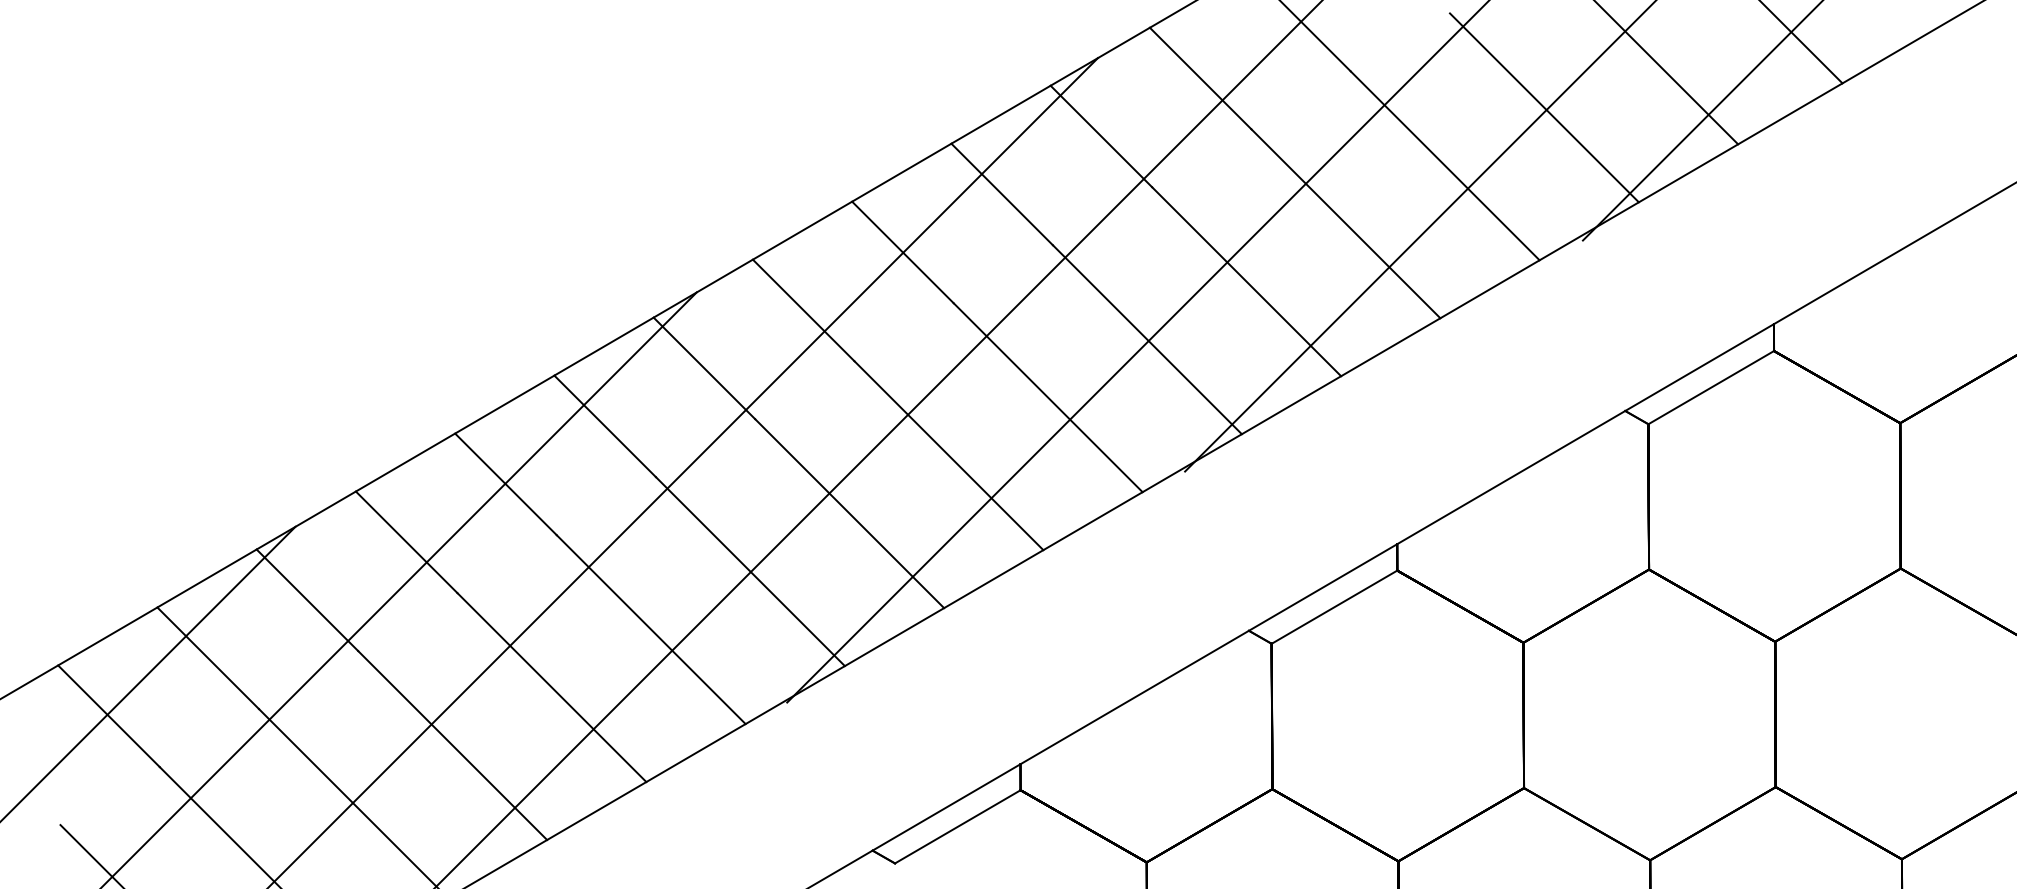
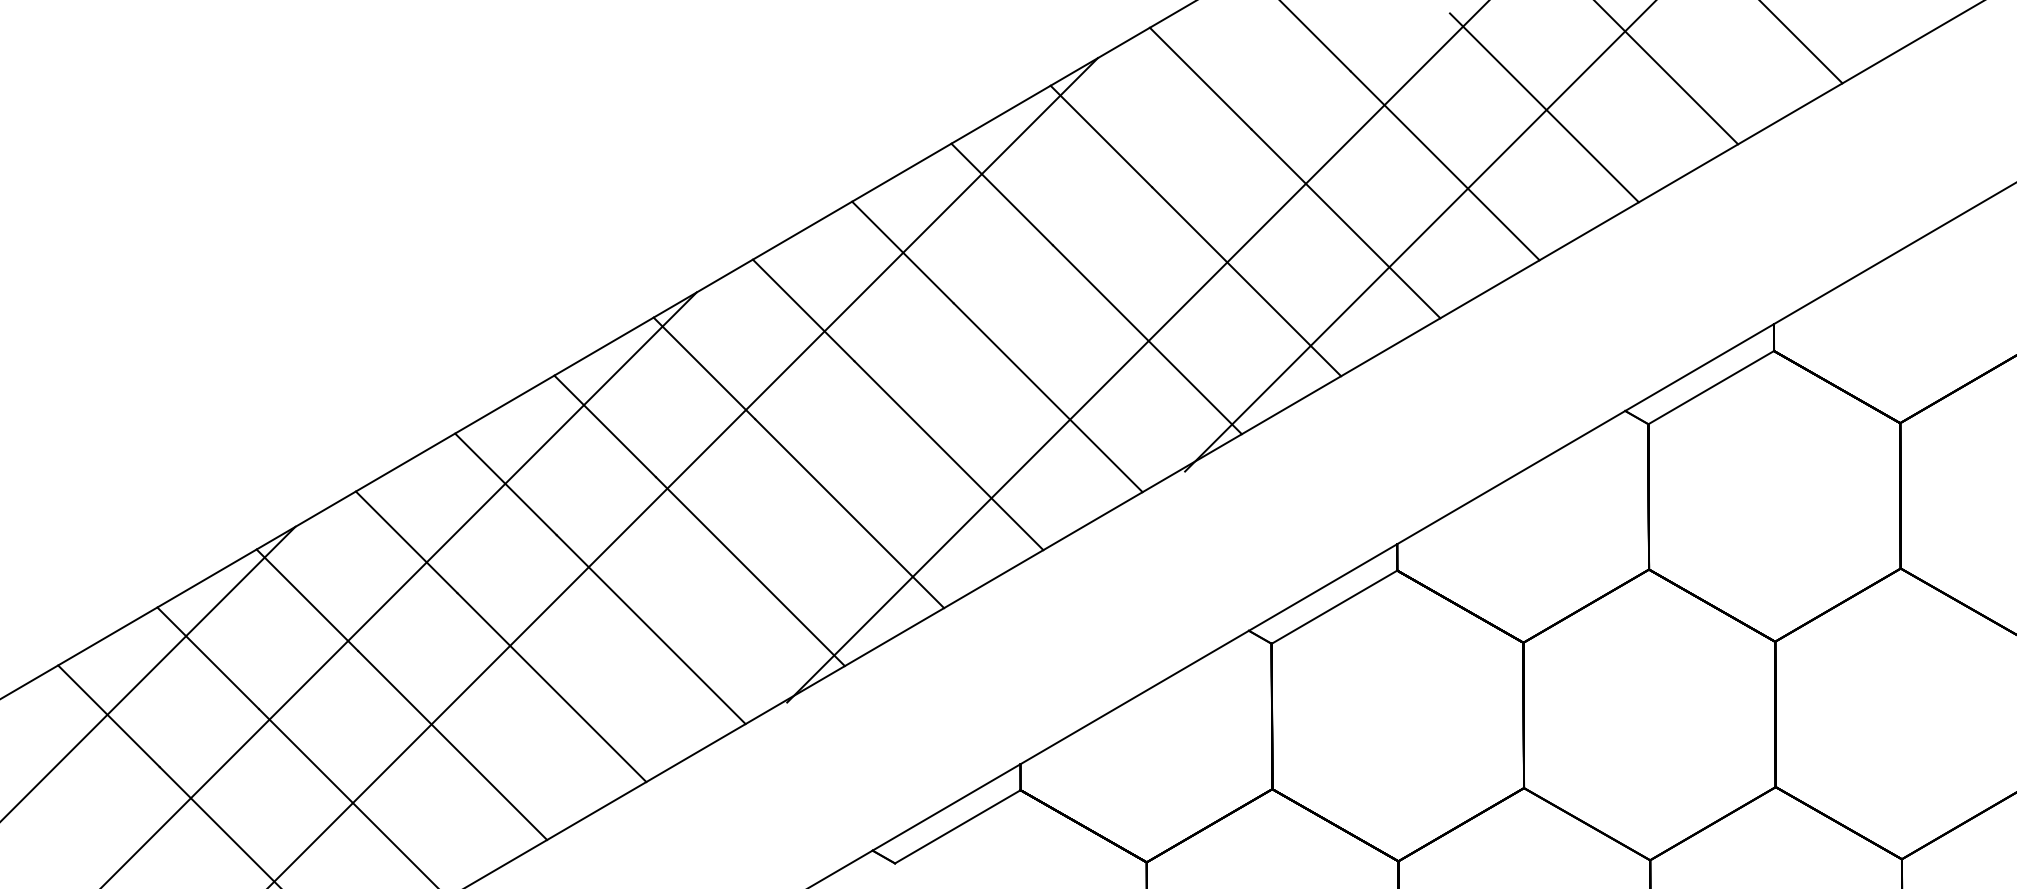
line at (1701, 121): present -> none
line at (878, 443): present -> none
line at (90, 855): present -> none
